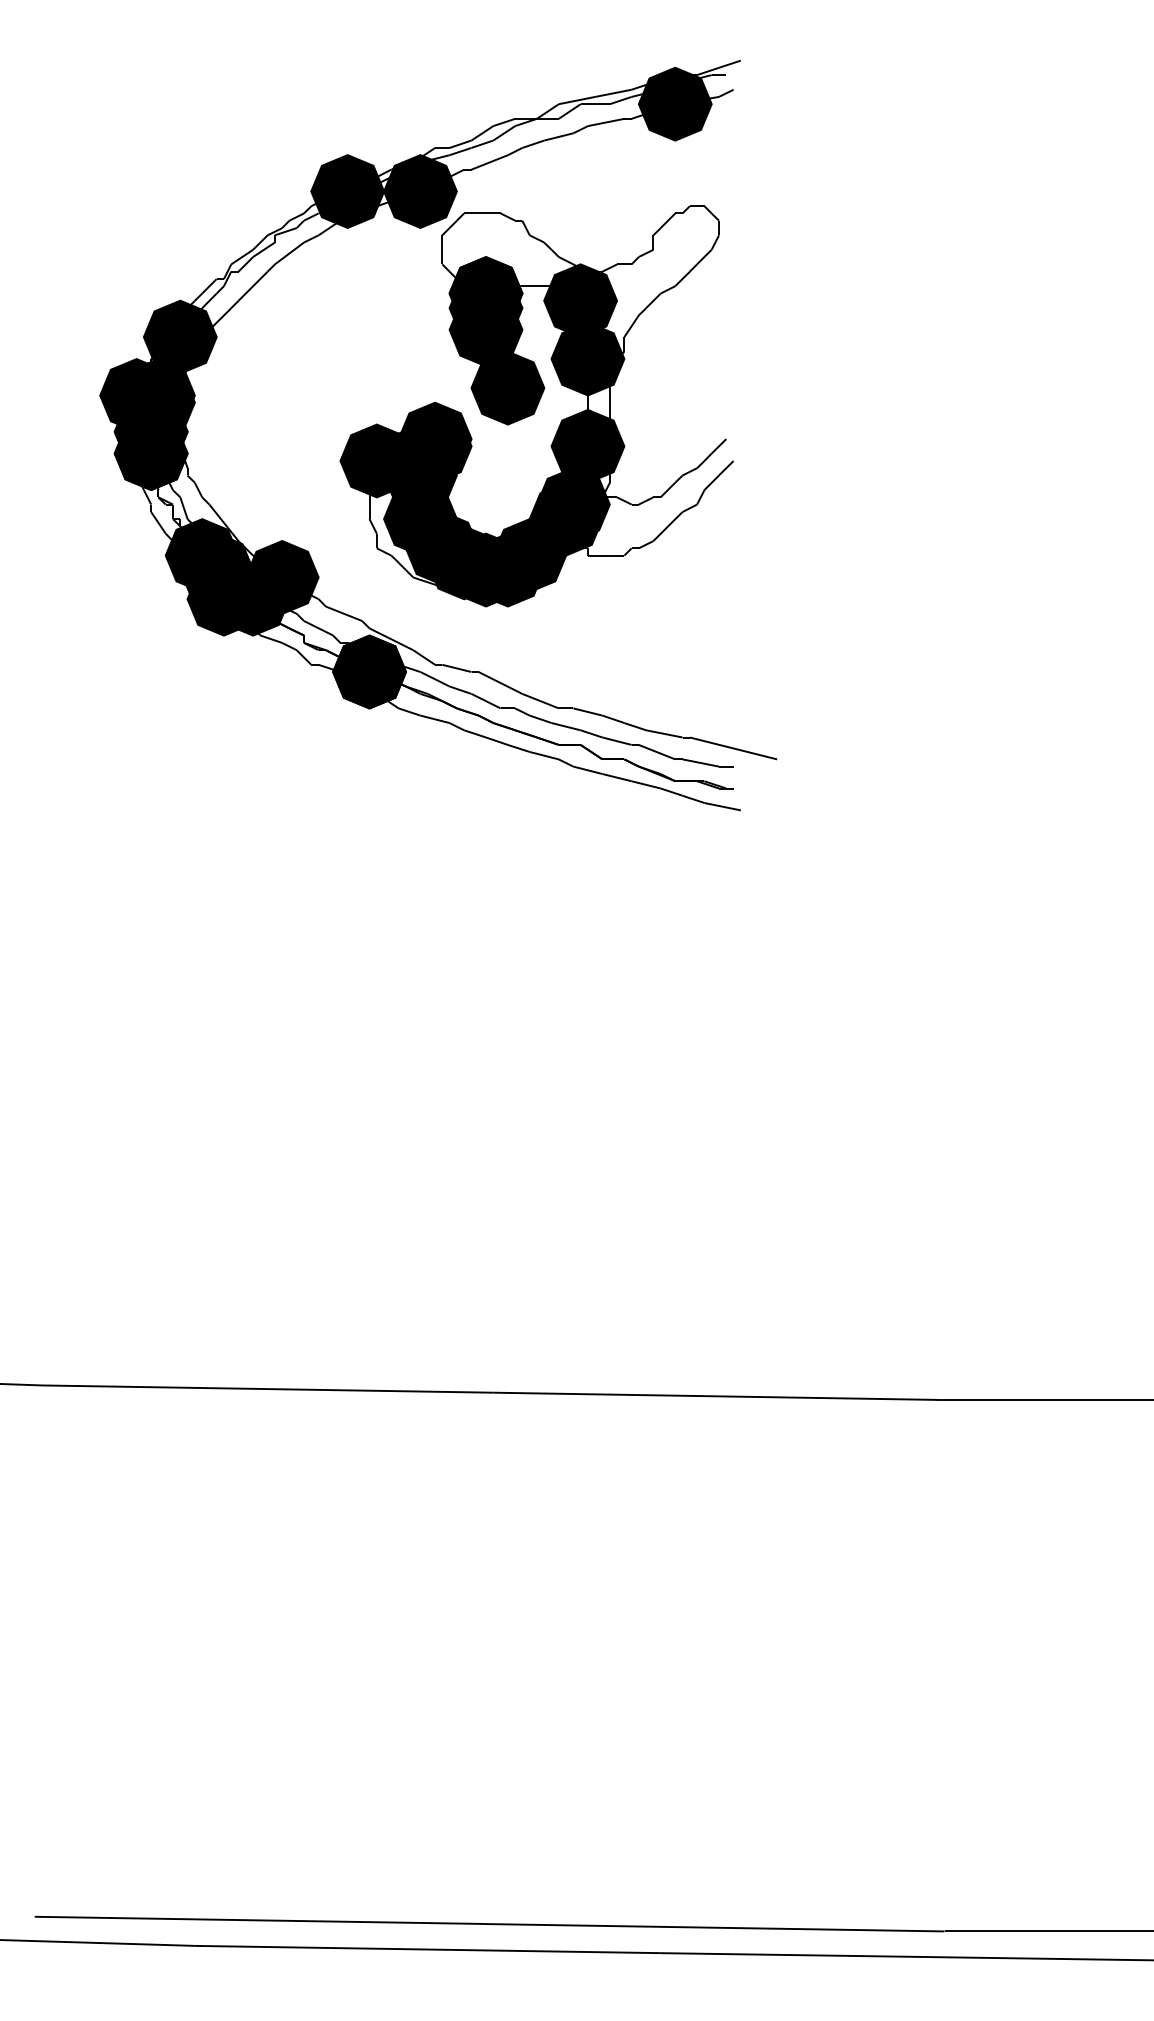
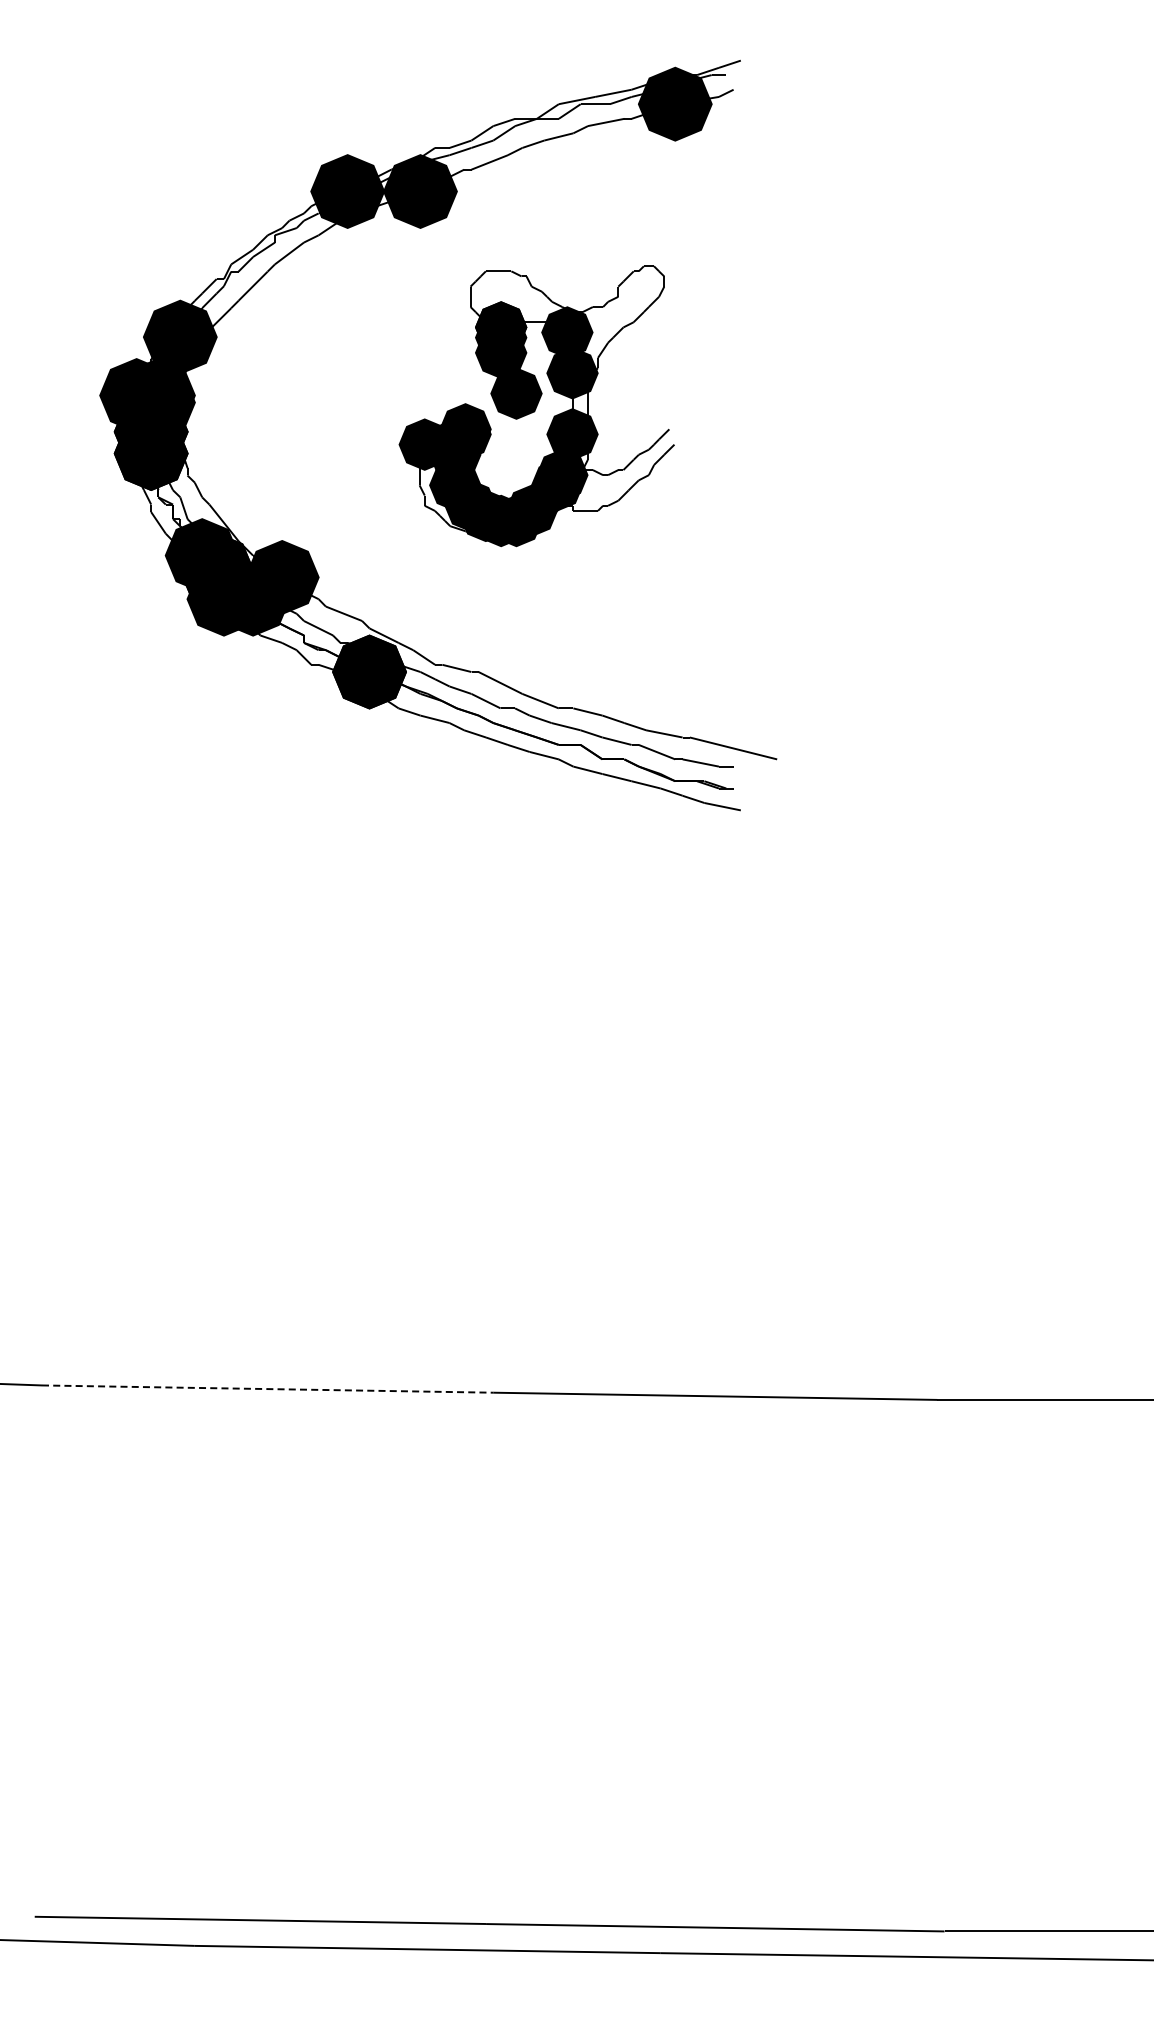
part at (536, 406) size: 395x403 px -> 277x283 px
line at (267, 1389): solid -> dashed
